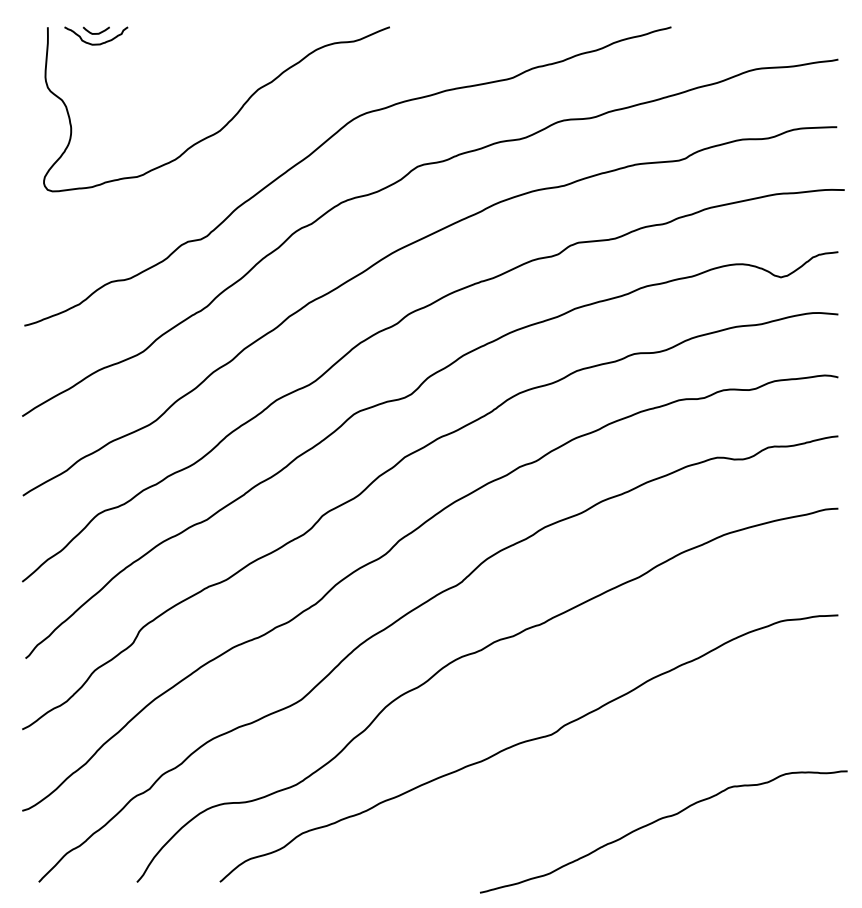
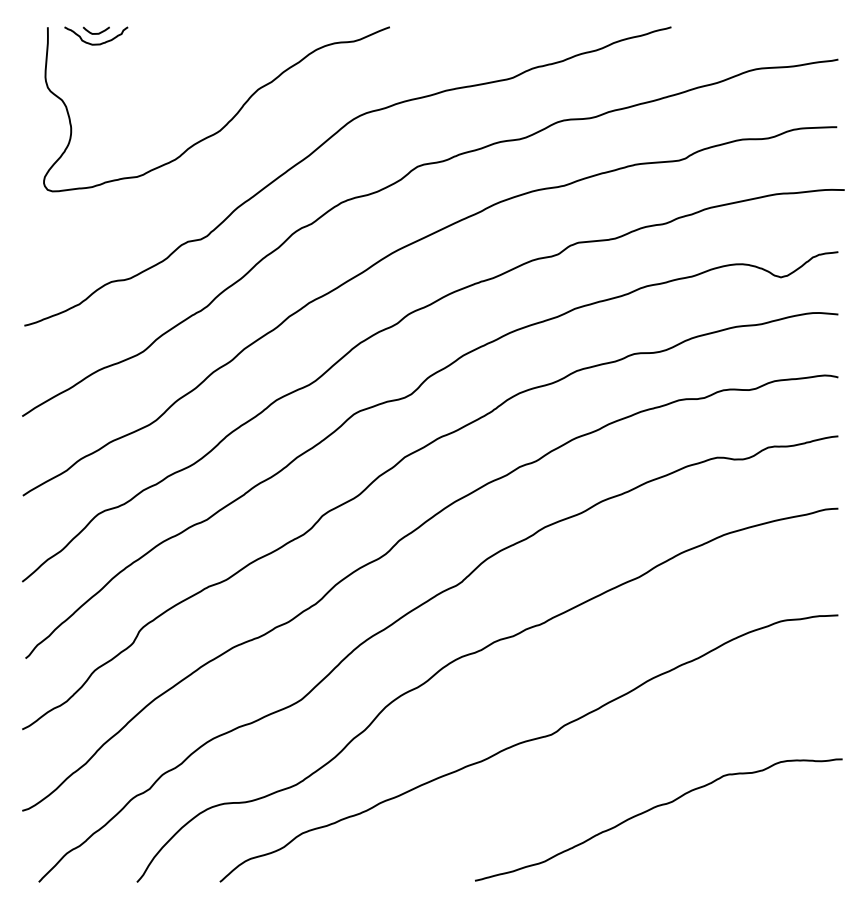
curve at (657, 821) position: (657, 821) -> (652, 809)
